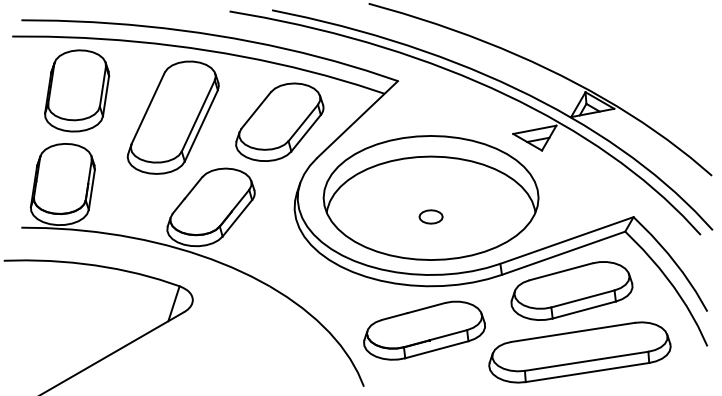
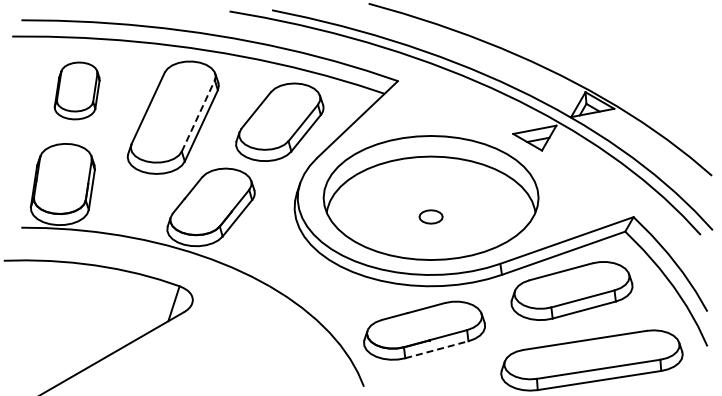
part at (77, 90) size: 67x84 px -> 48x60 px
line at (198, 115): solid -> dashed
line at (436, 349): solid -> dashed
part at (579, 352) position: (579, 352) -> (591, 360)
